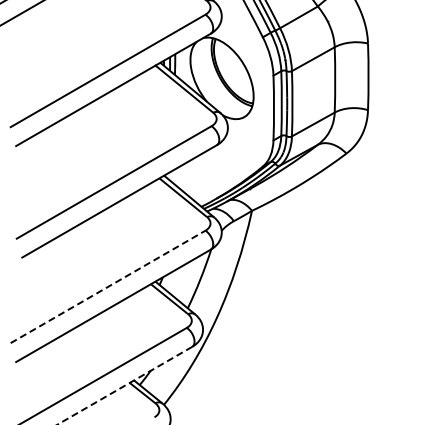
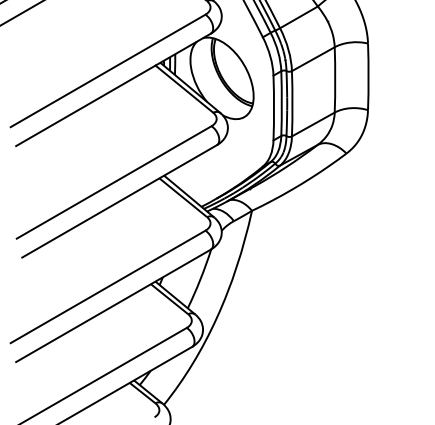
line at (108, 286): dashed -> solid
line at (124, 385): dashed -> solid
